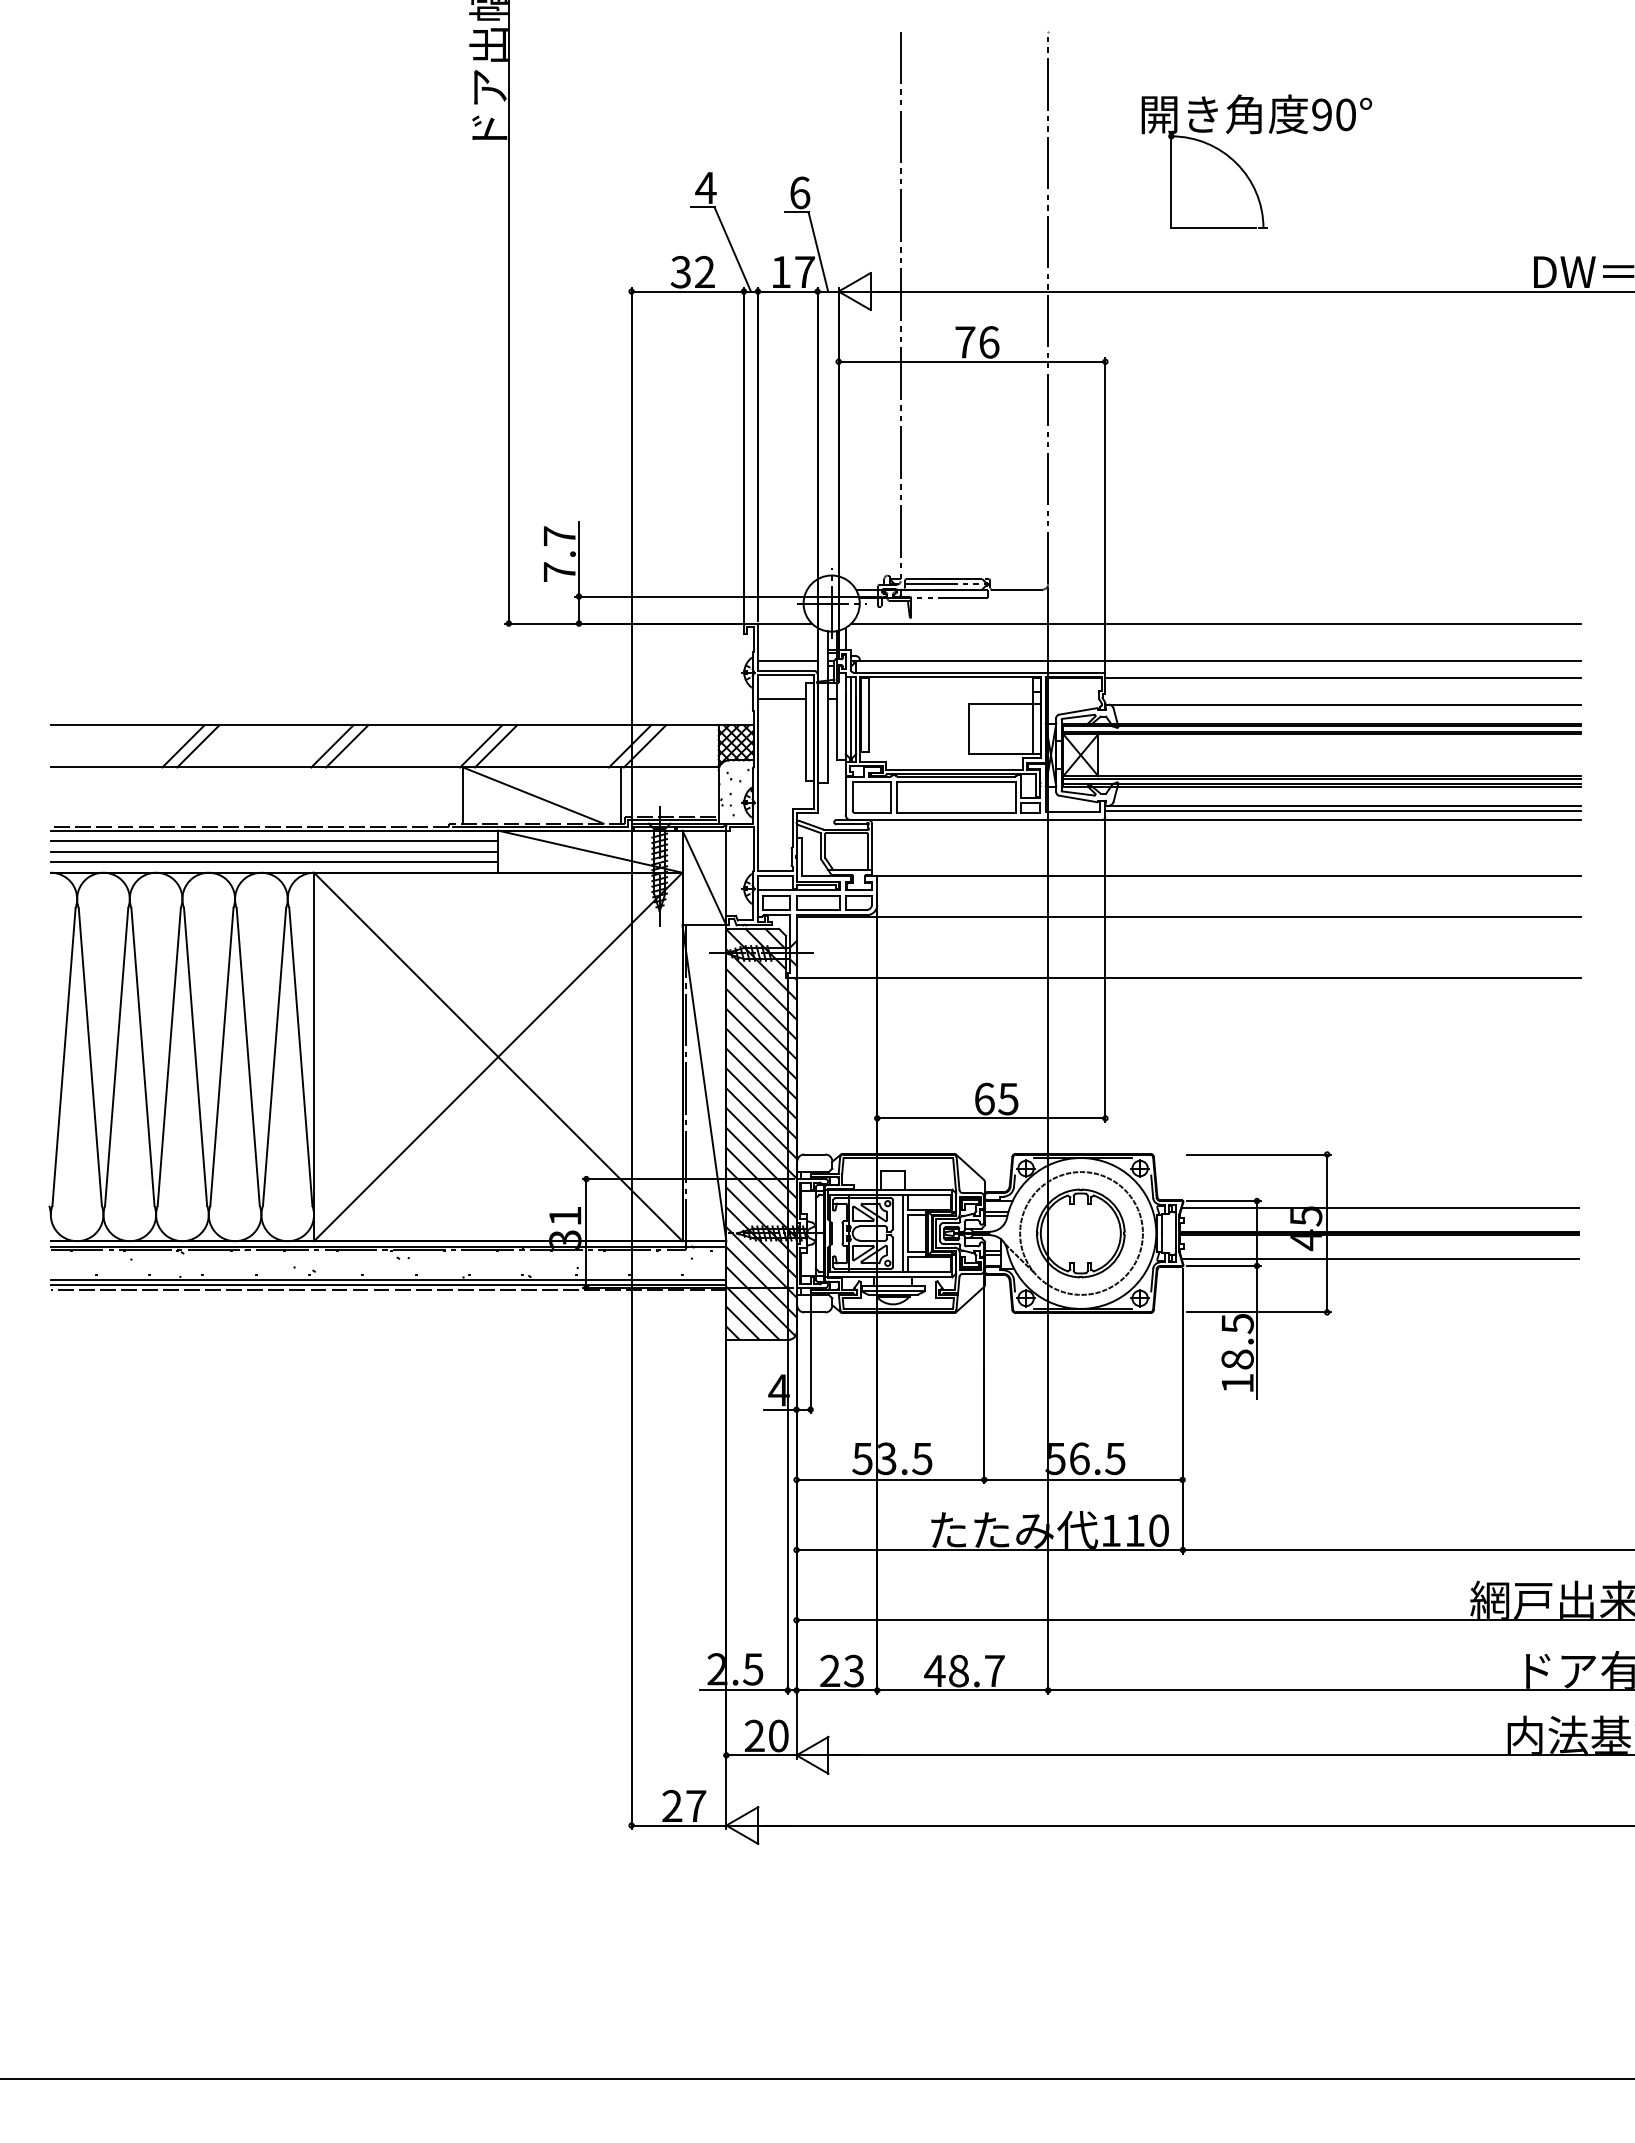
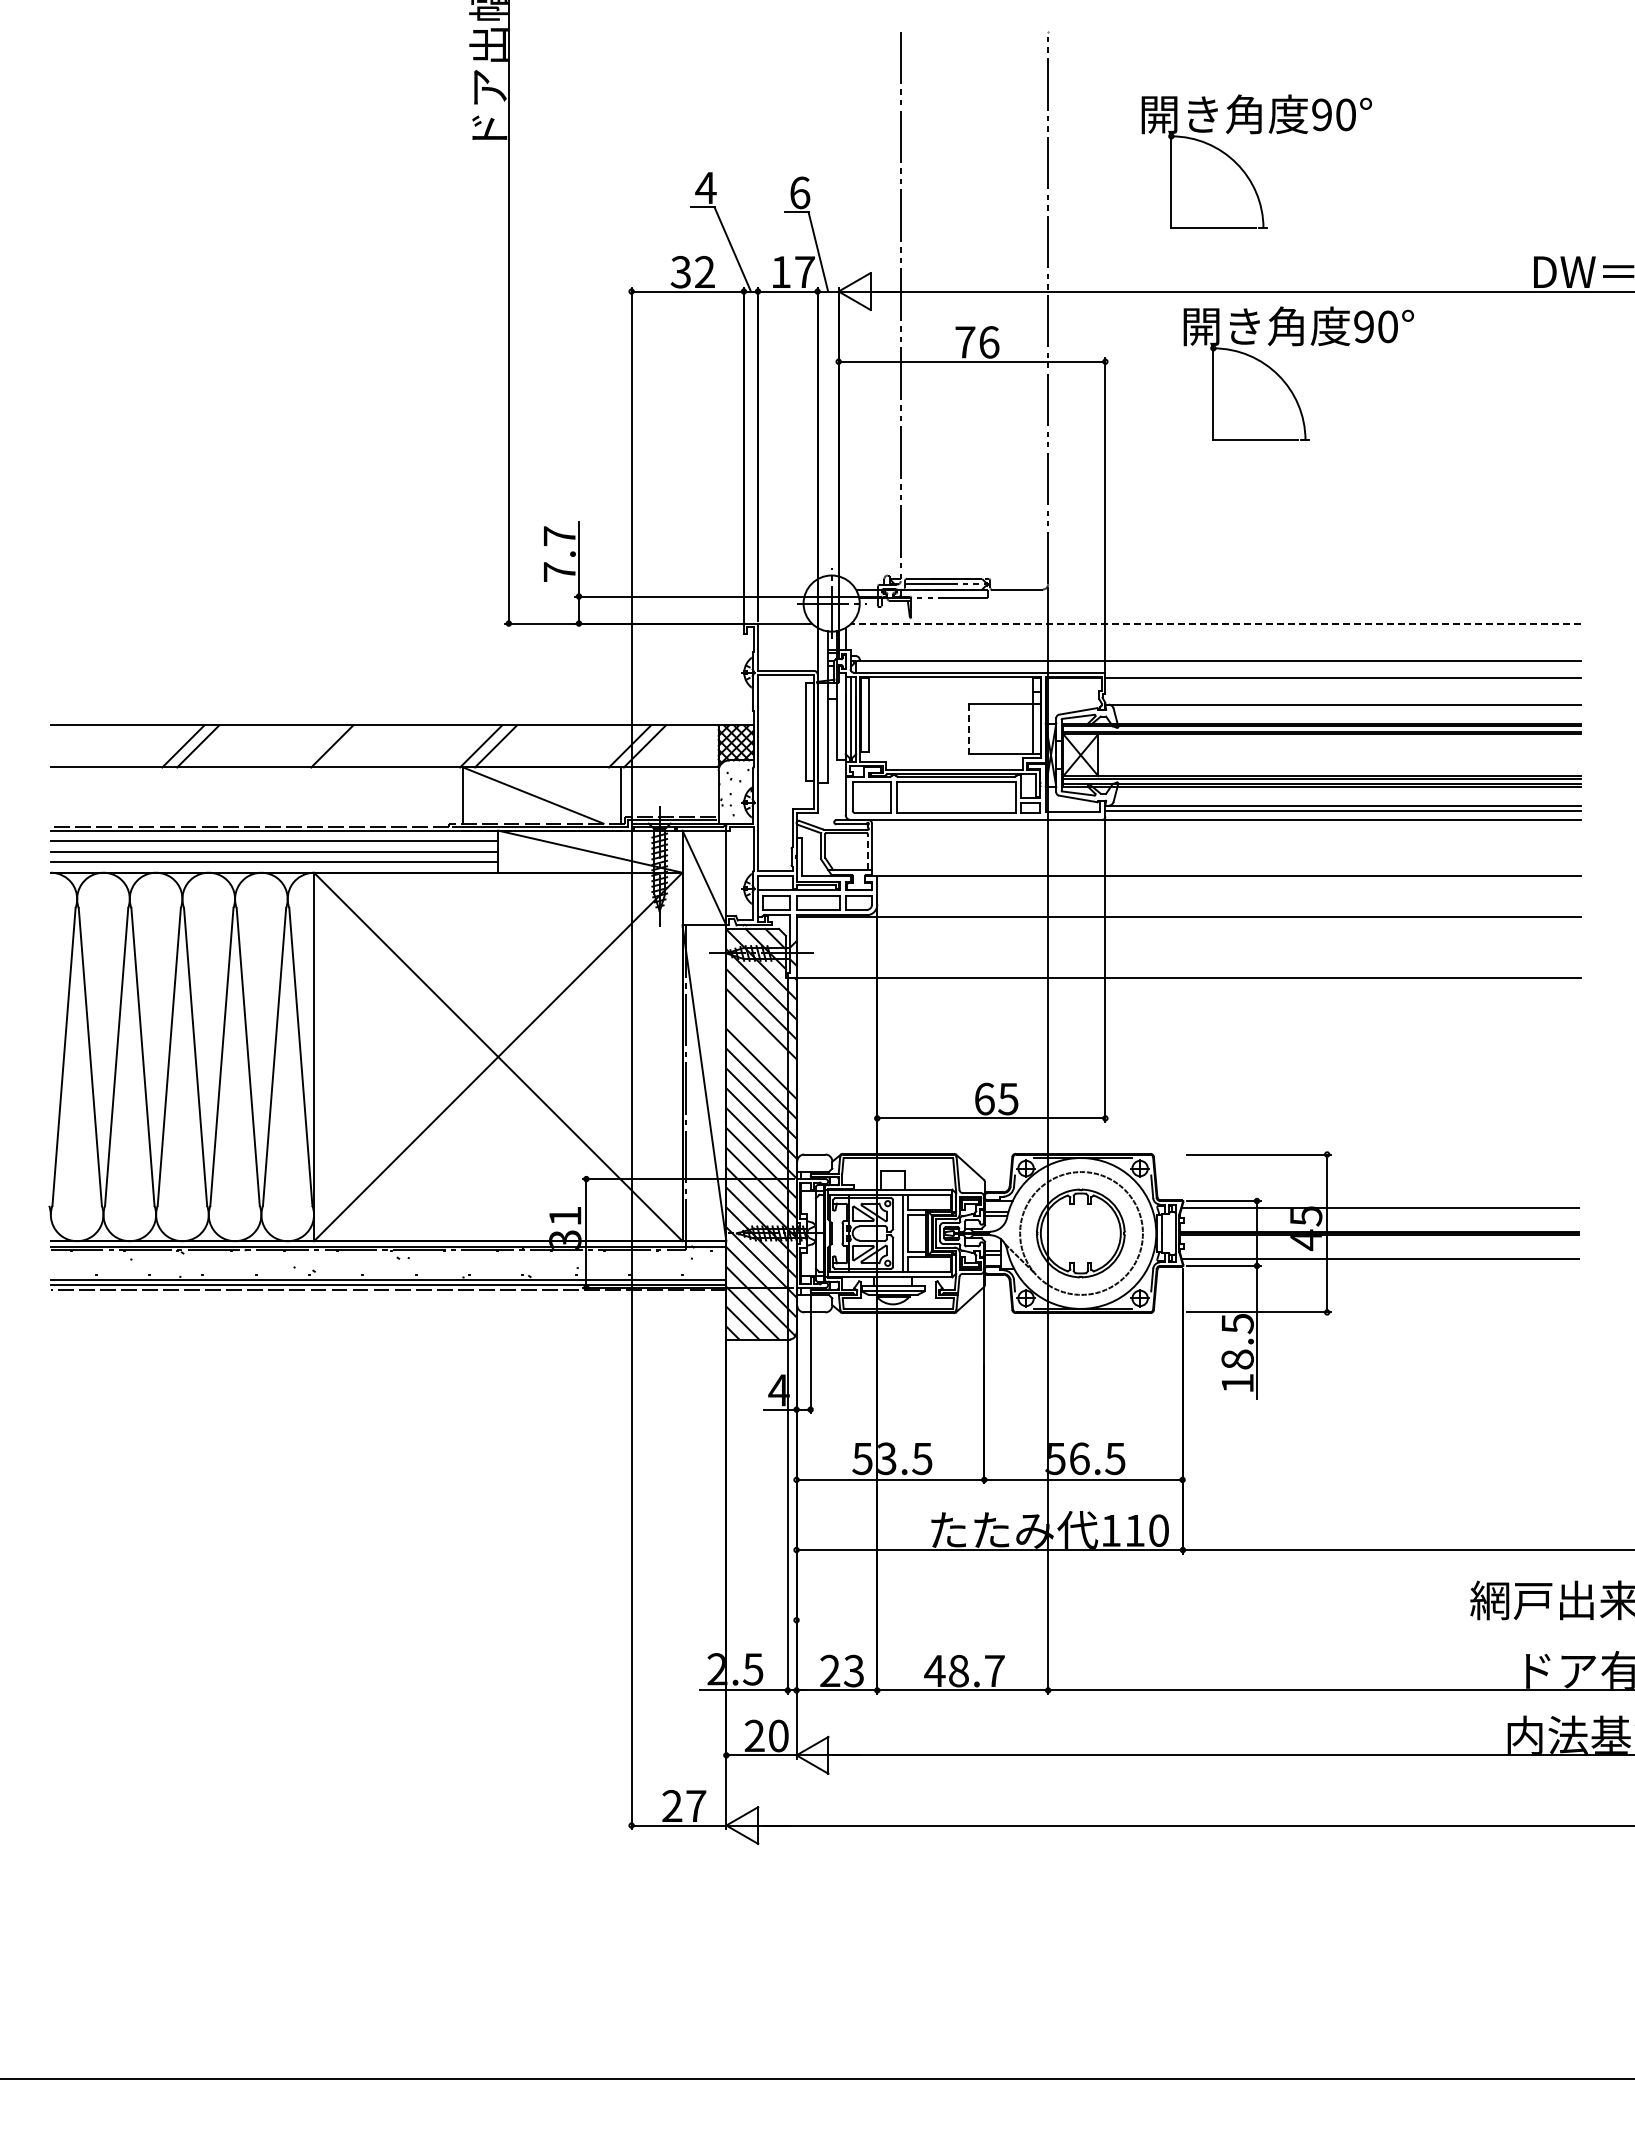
part at (1286, 382): none -> present
line at (1216, 623): solid -> dashed
line at (787, 661): present -> none
line at (782, 699): present -> none
line at (969, 729): solid -> dashed
line at (347, 746): present -> none
line at (867, 852): solid -> dashed
line at (761, 1043): present -> none
line at (1213, 1620): present -> none
